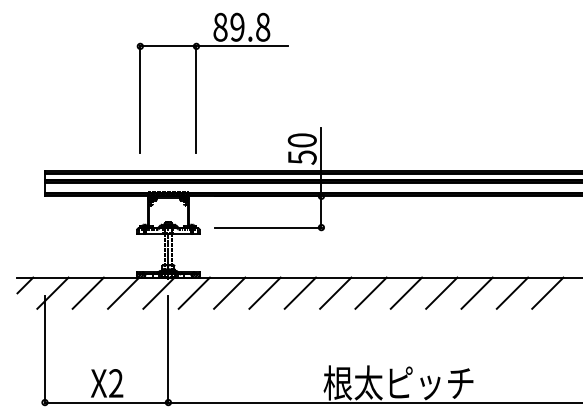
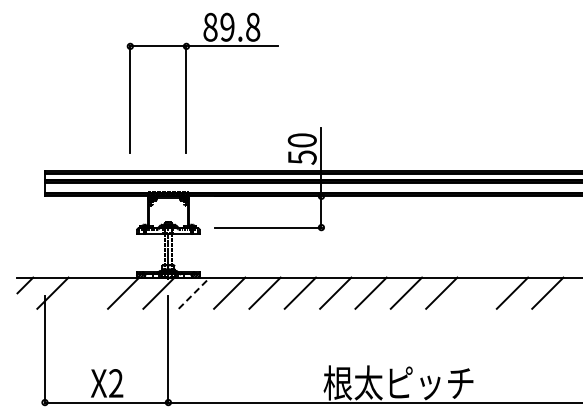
part at (196, 82) position: (196, 82) -> (186, 82)
line at (87, 292): present -> none
line at (194, 292): solid -> dashed
line at (476, 292): present -> none
